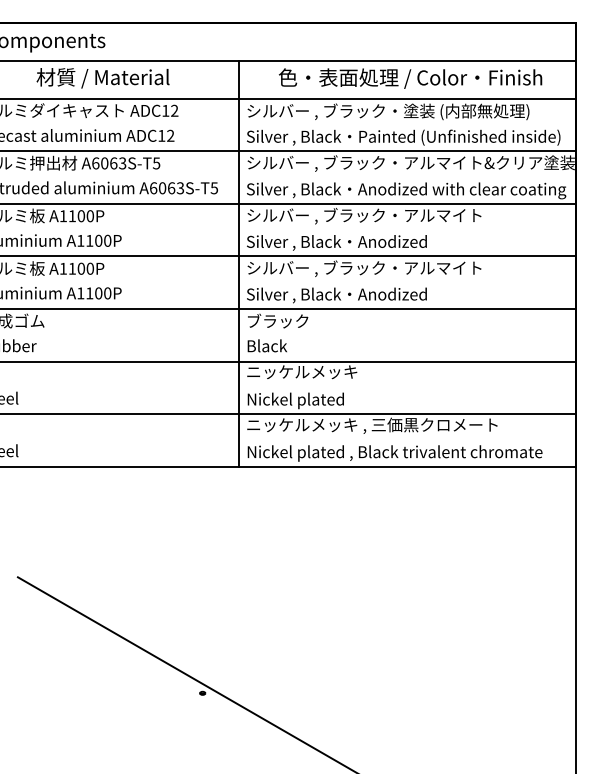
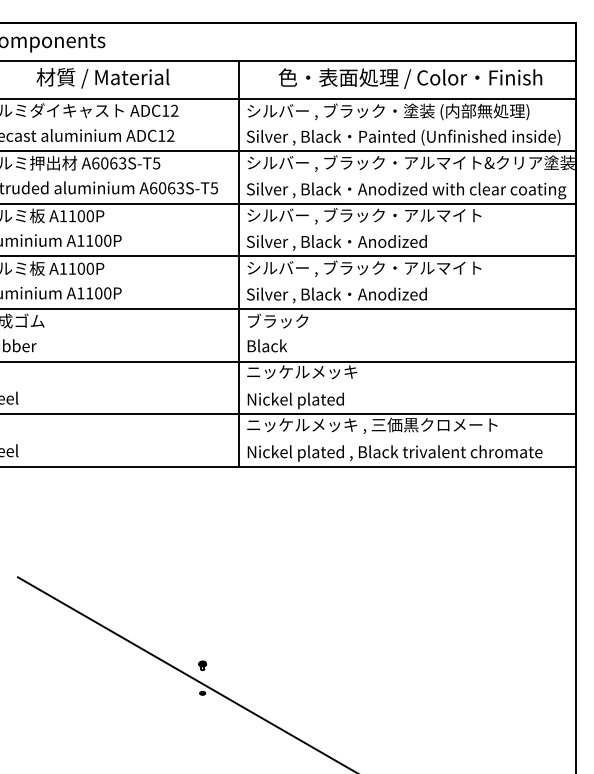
part at (202, 665): none -> present
